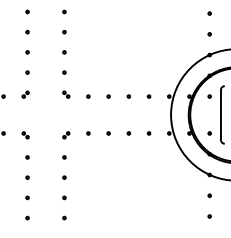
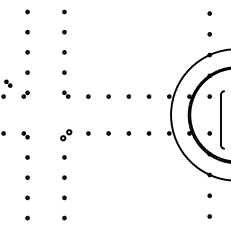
part at (8, 83): none -> present
part at (222, 114) position: (222, 114) -> (222, 119)
part at (66, 135) size: 9x9 px -> 13x13 px
